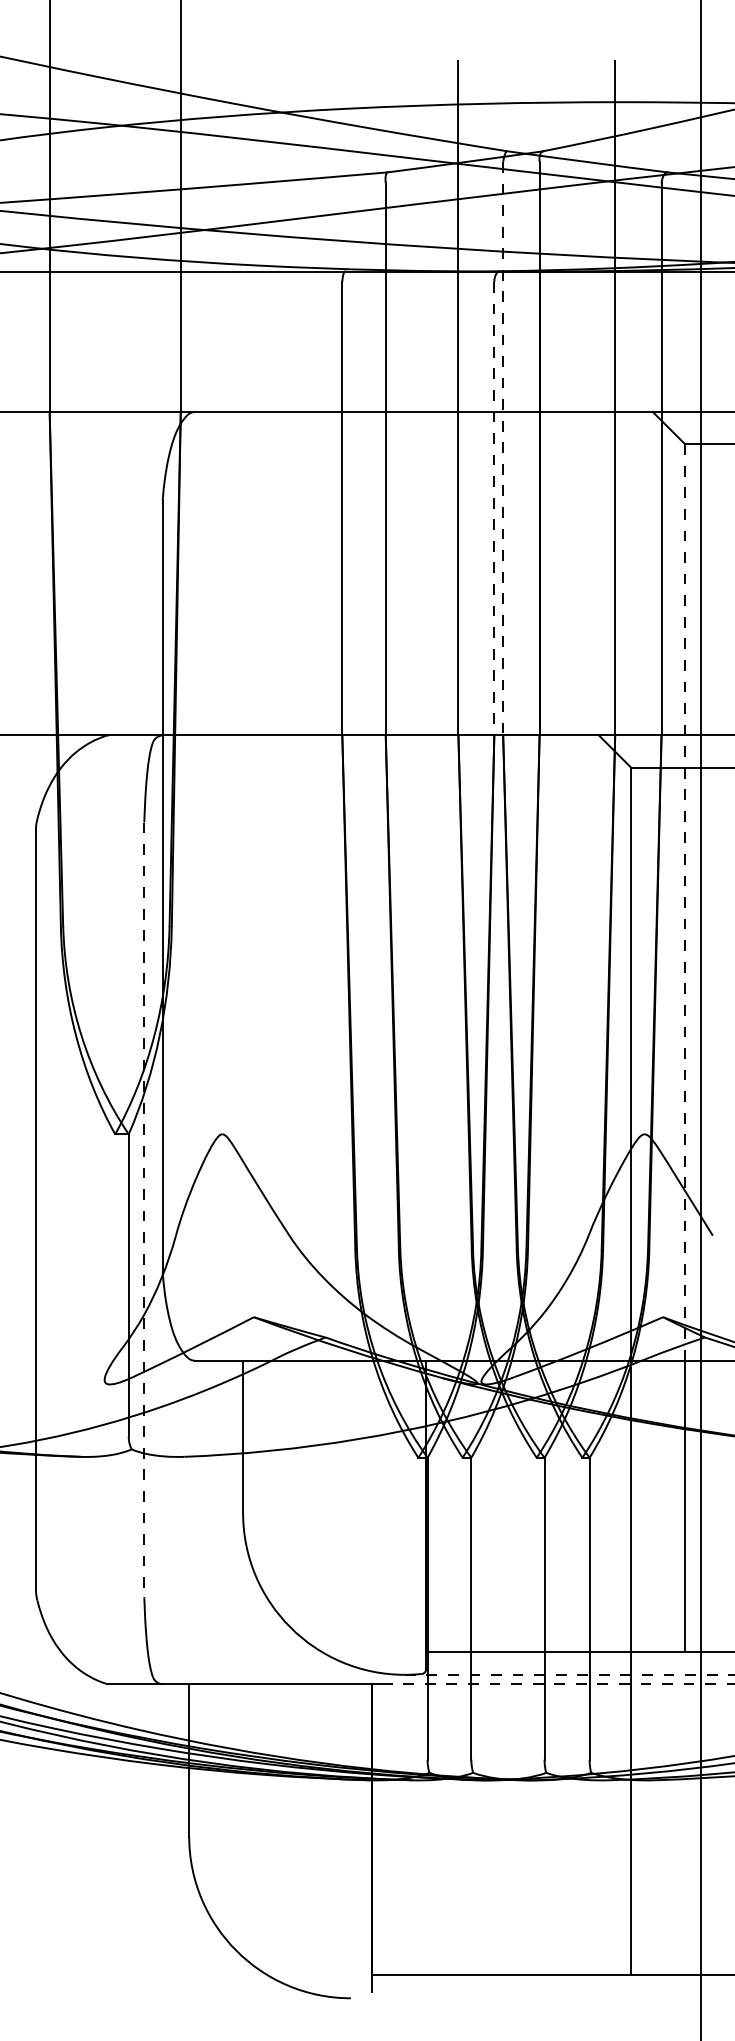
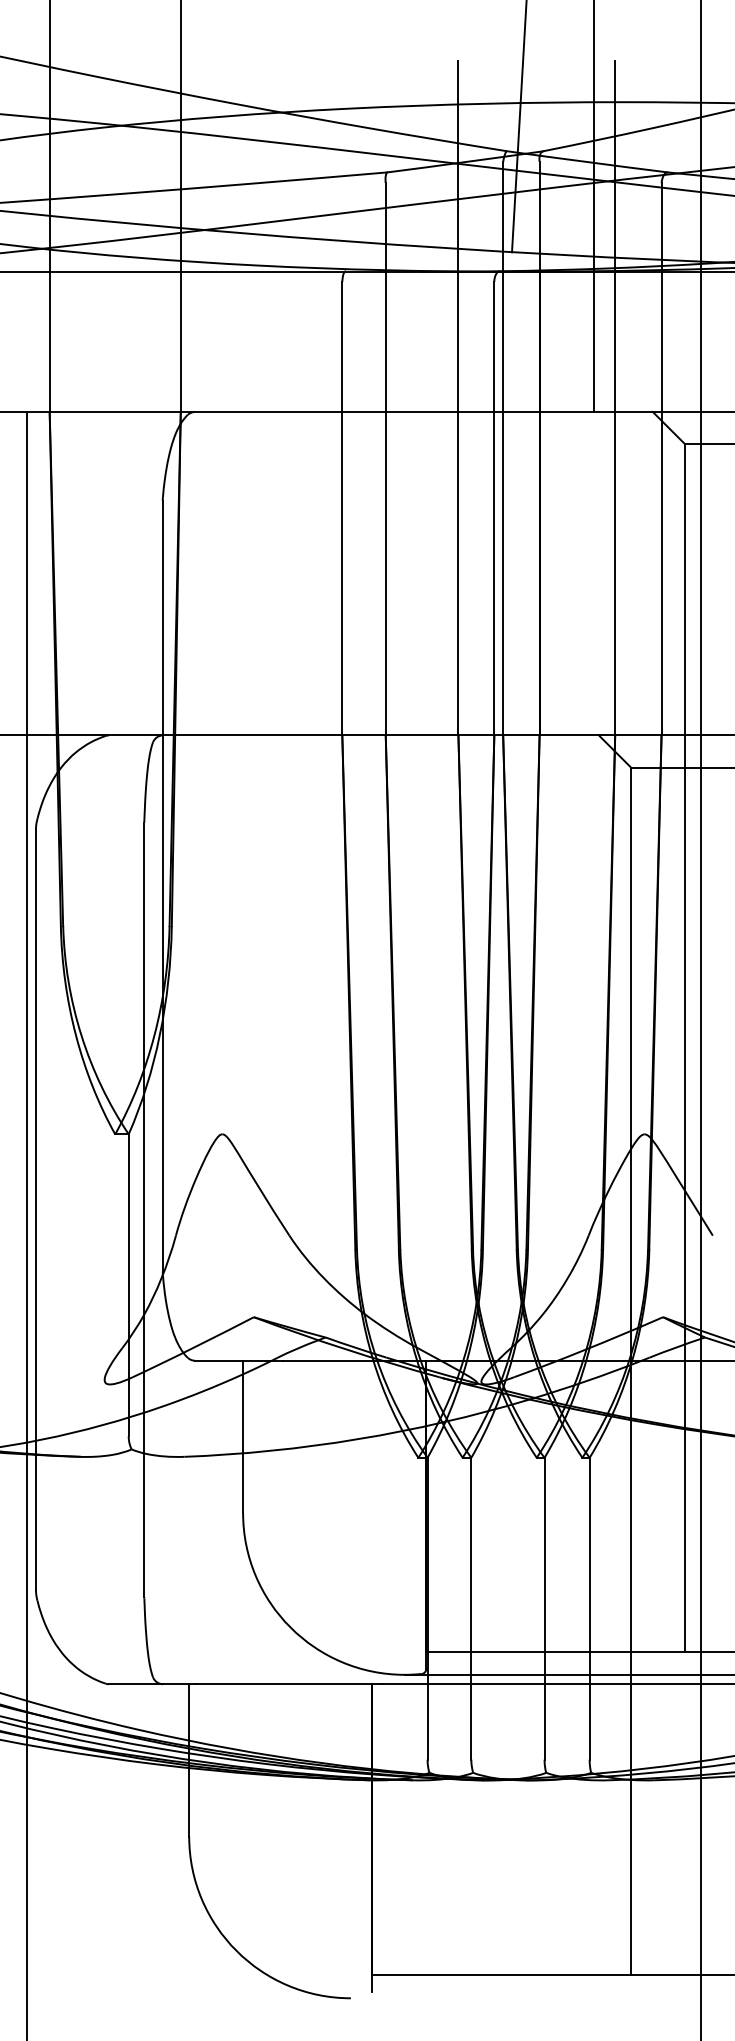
line at (519, 127): none -> present
line at (593, 206): none -> present
line at (503, 448): dashed -> solid
line at (494, 508): dashed -> solid
line at (685, 903): dashed -> solid
line at (144, 1210): dashed -> solid
line at (27, 1224): none -> present
line at (569, 1674): dashed -> solid
line at (558, 1684): dashed -> solid
